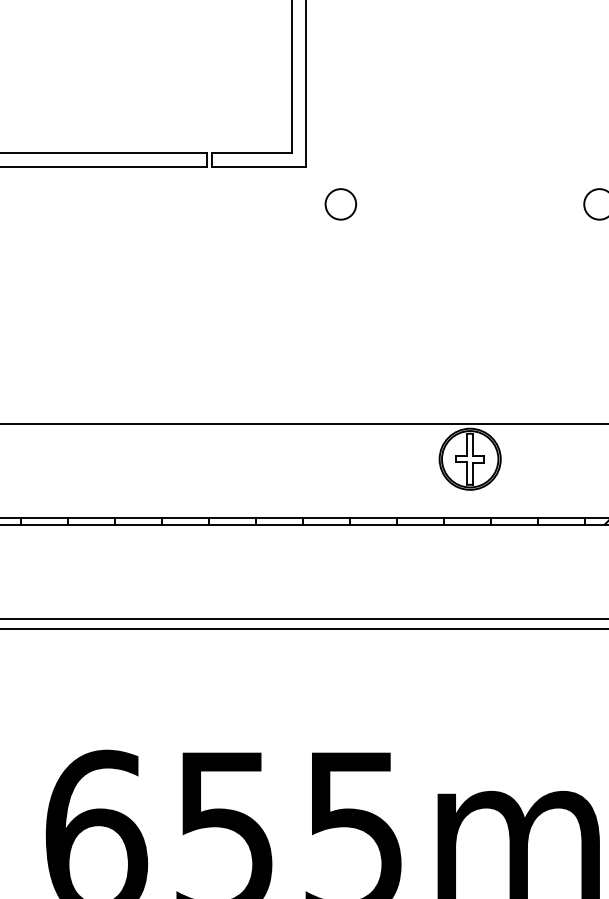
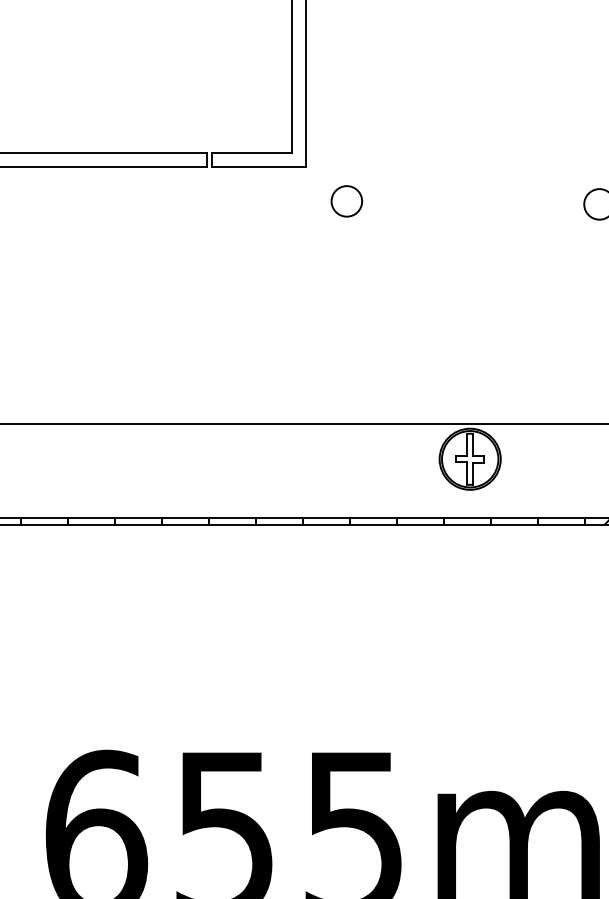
circle at (340, 204) position: (340, 204) -> (346, 201)
line at (303, 619): present -> none
line at (303, 628): present -> none
